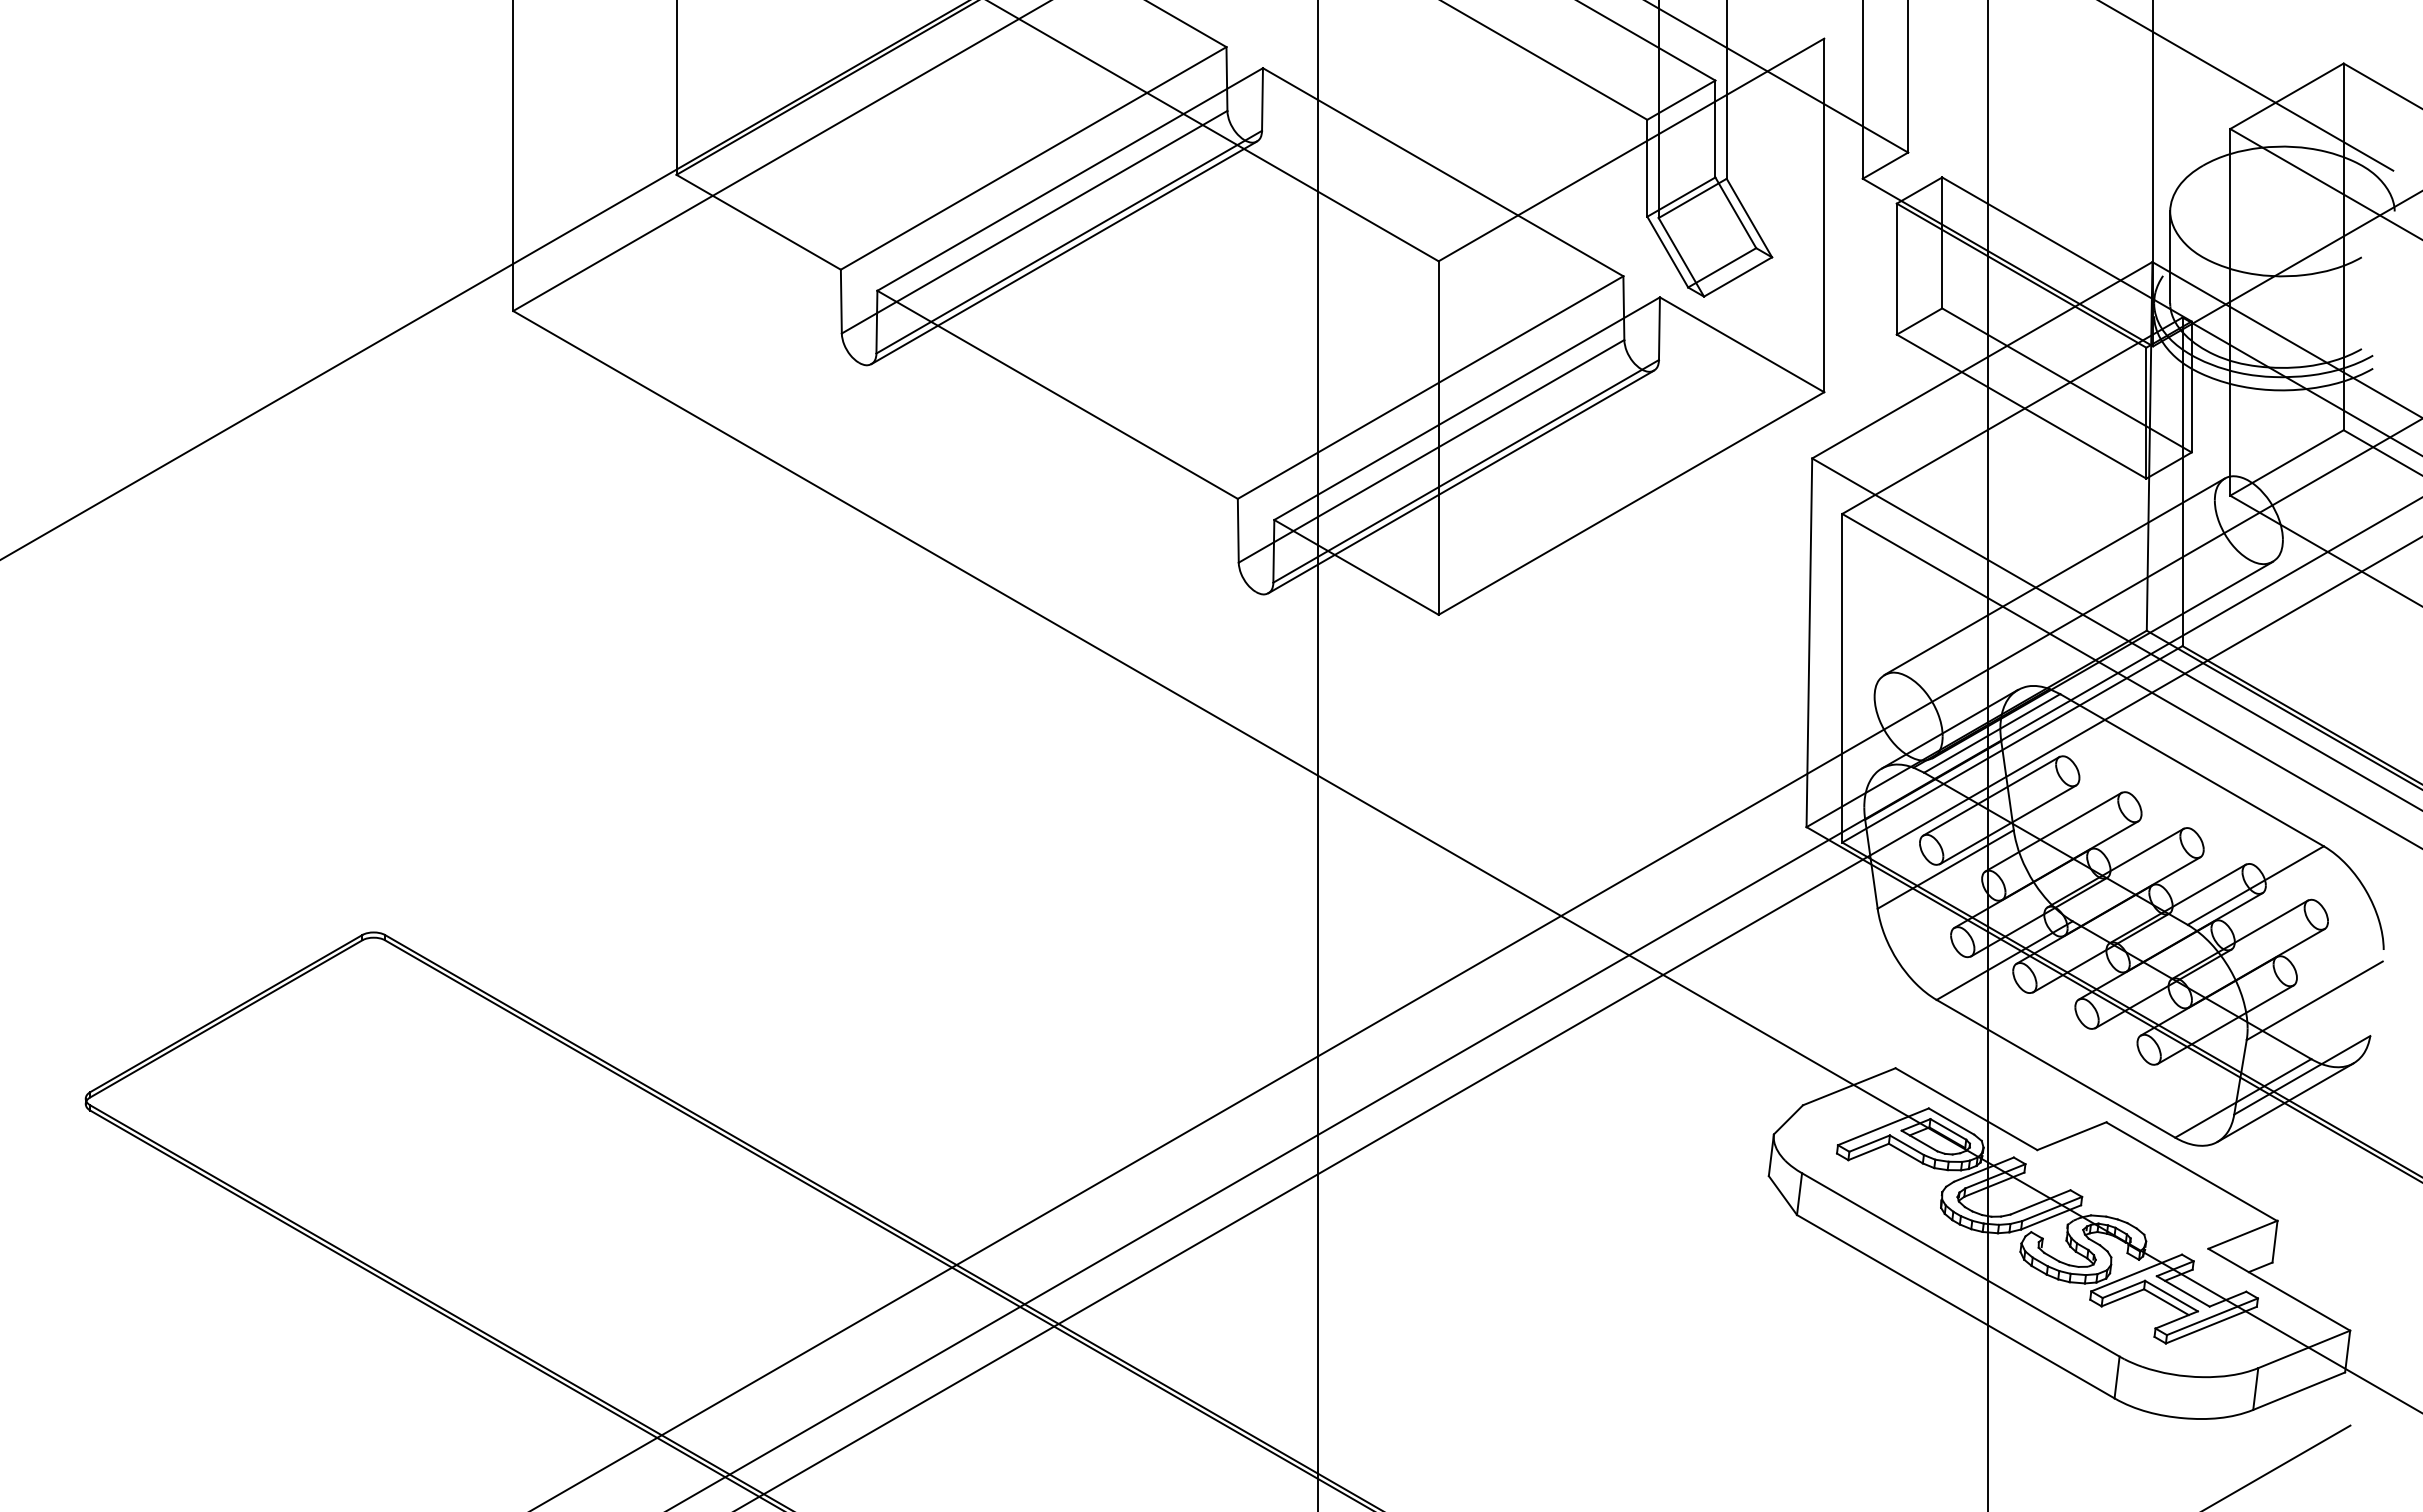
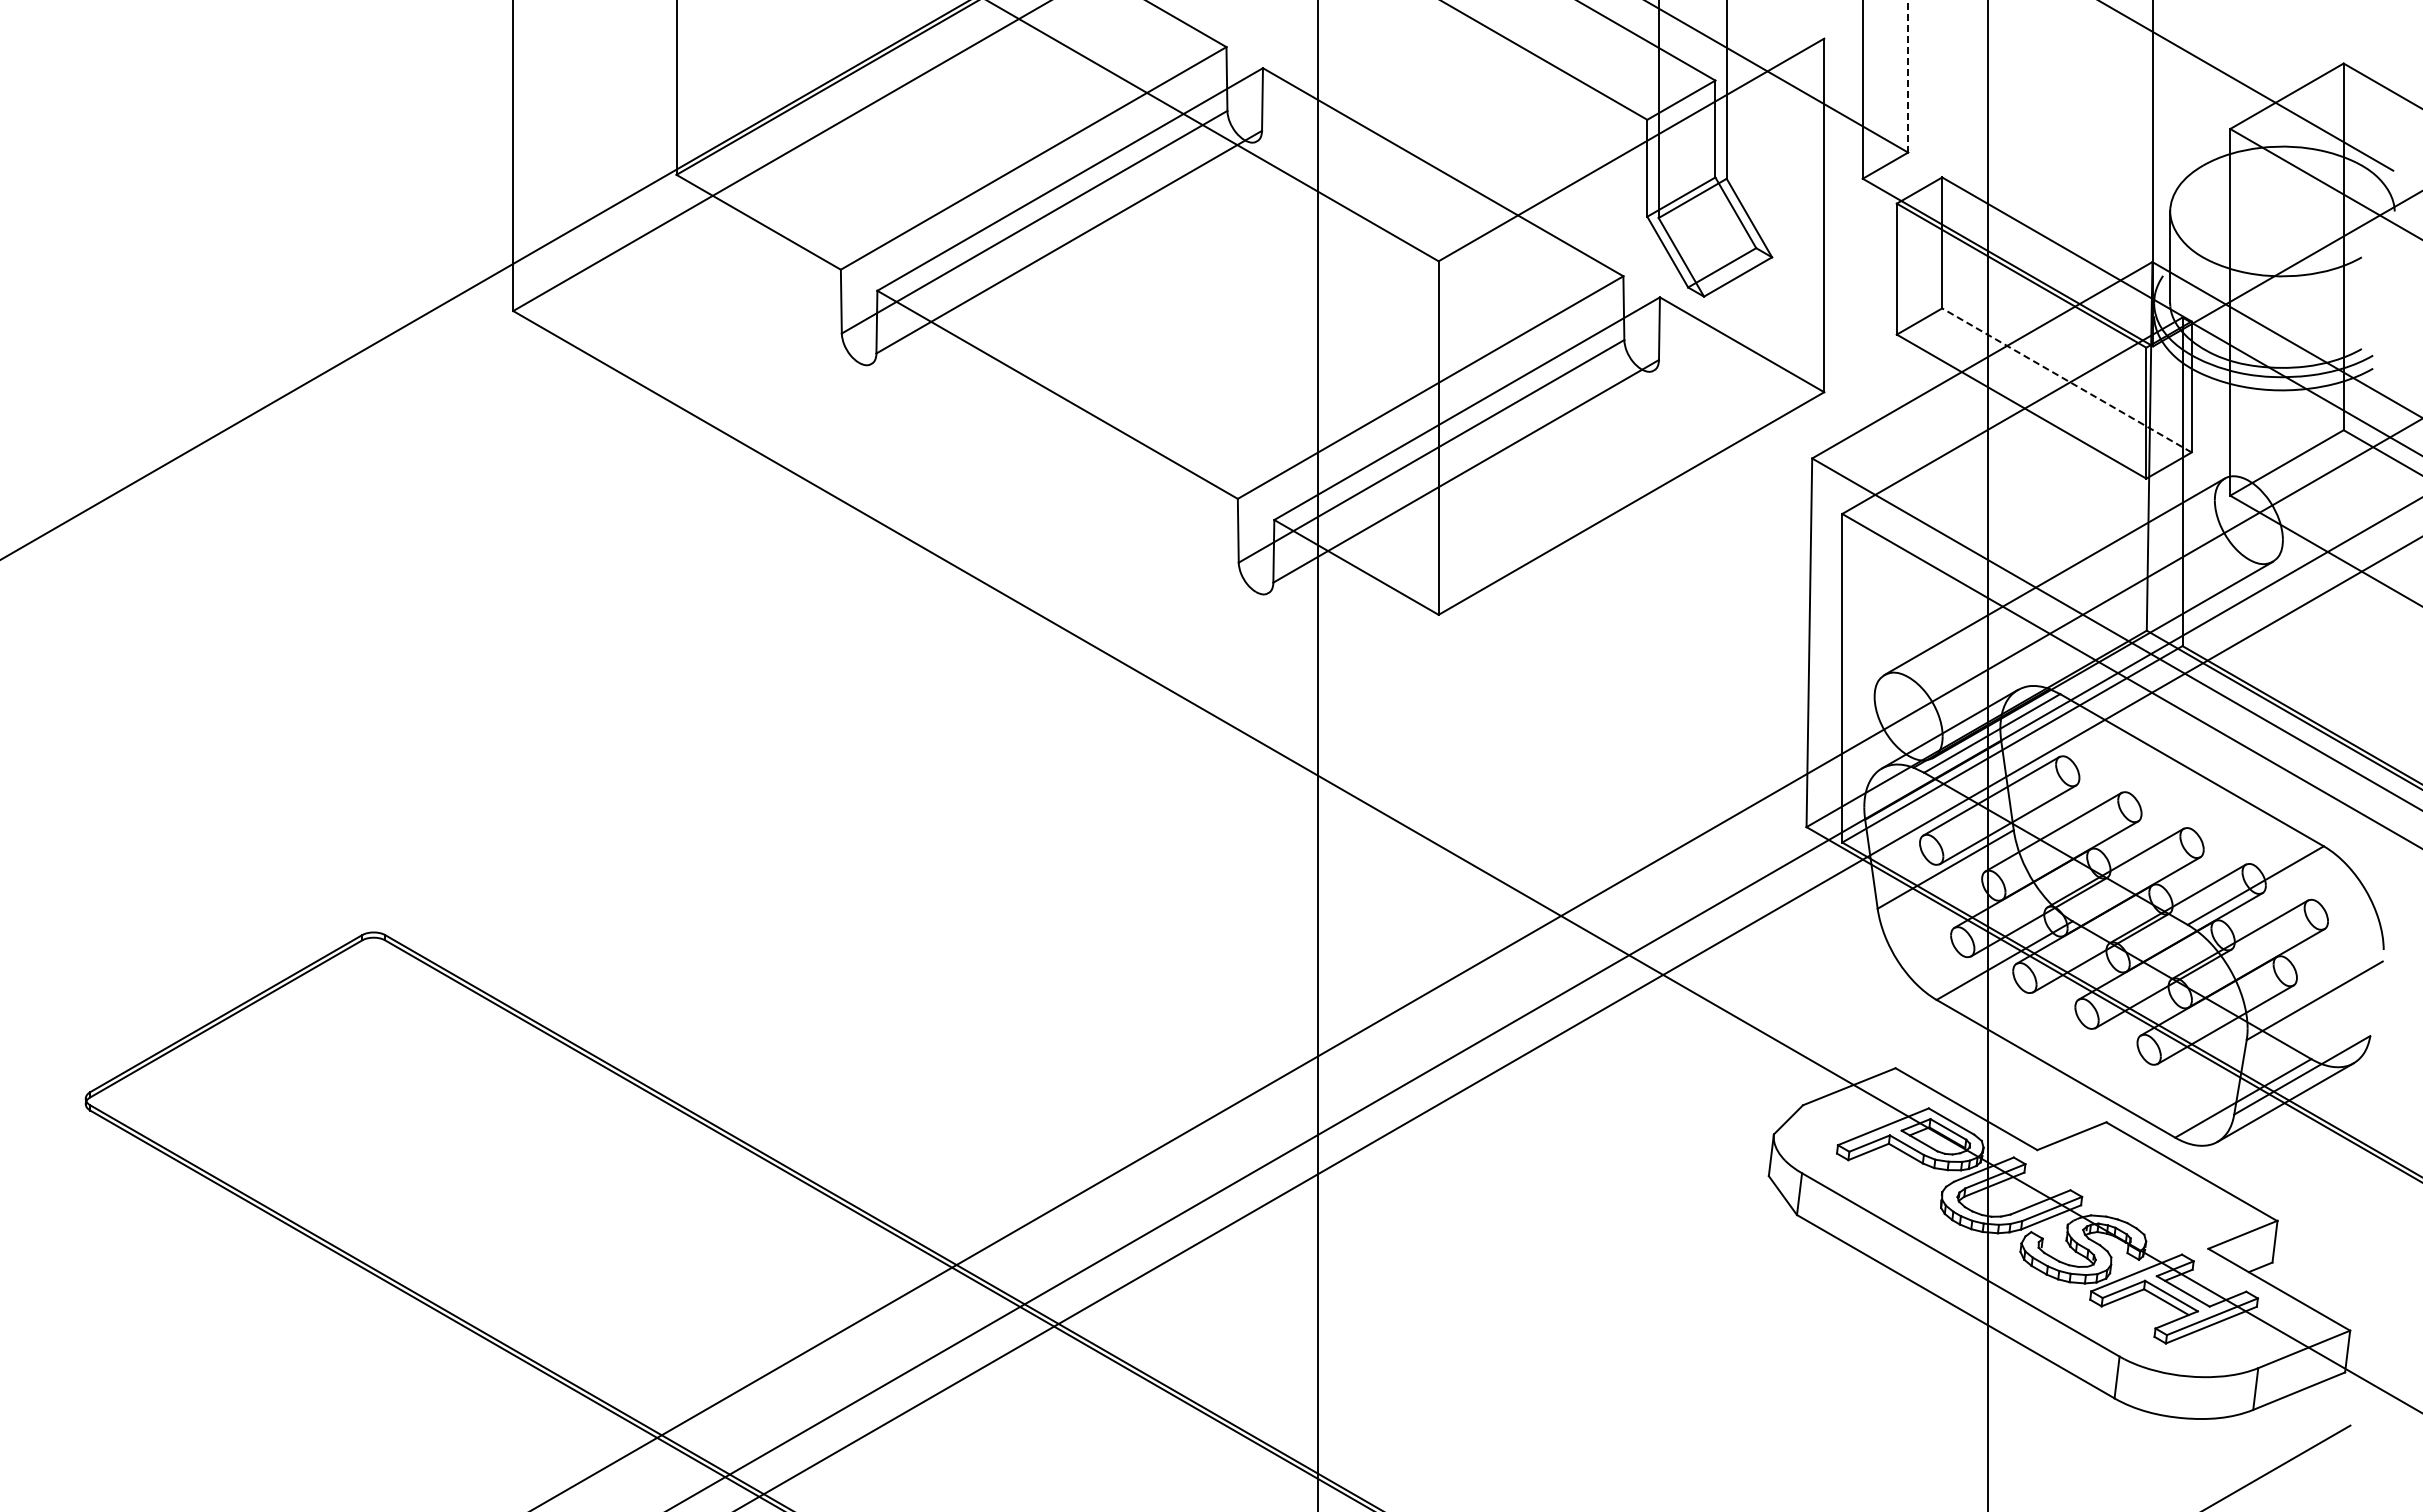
line at (1908, 76): solid -> dashed
line at (1064, 252): present -> none
line at (2066, 380): solid -> dashed
line at (1461, 481): present -> none
